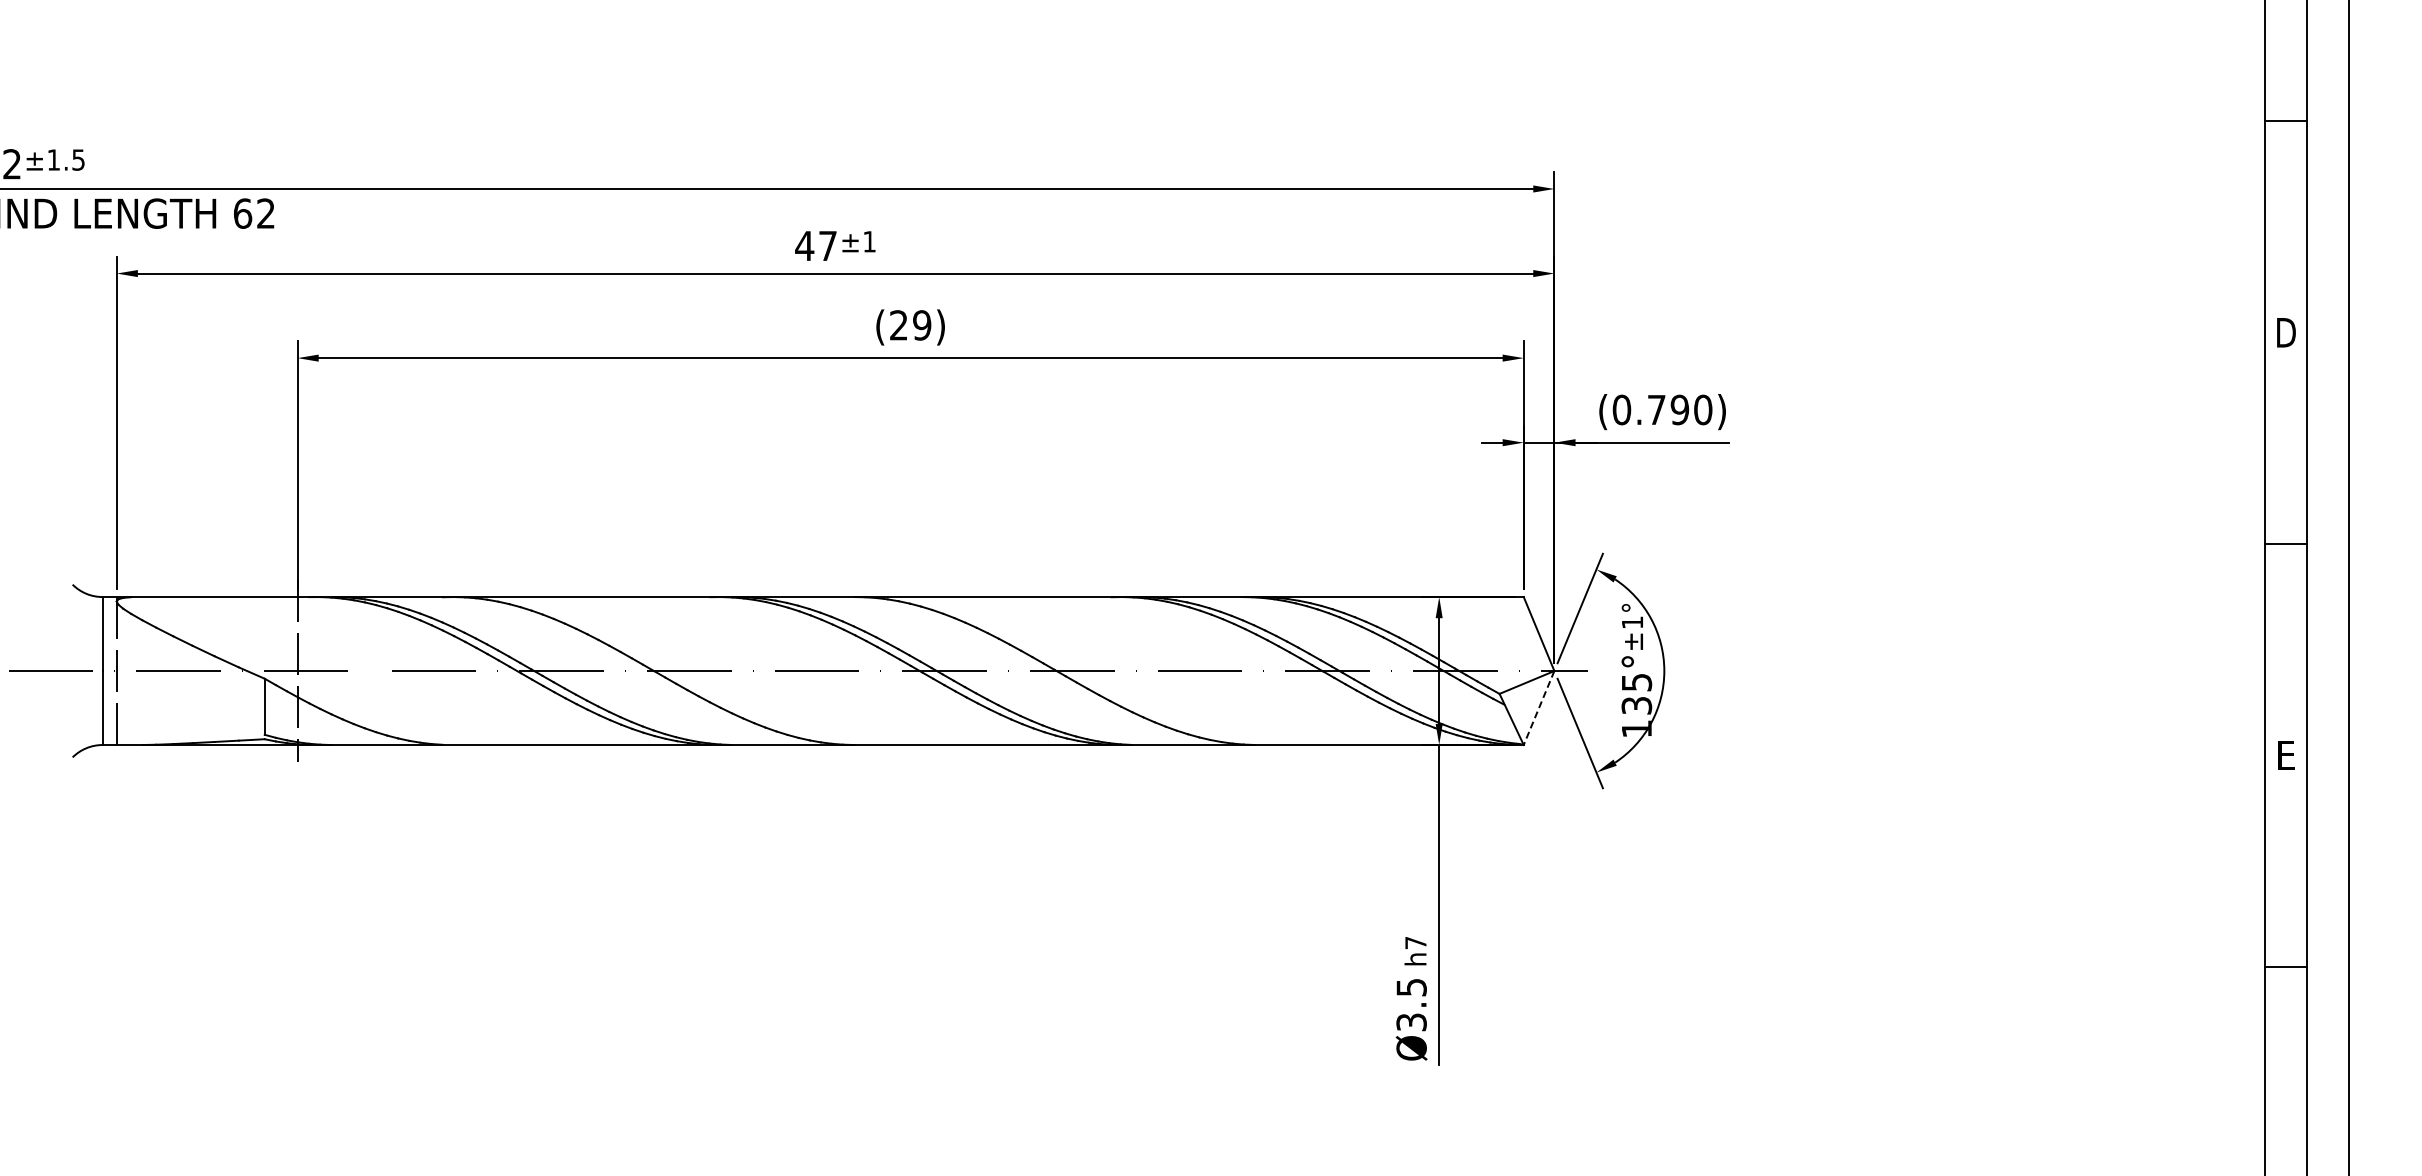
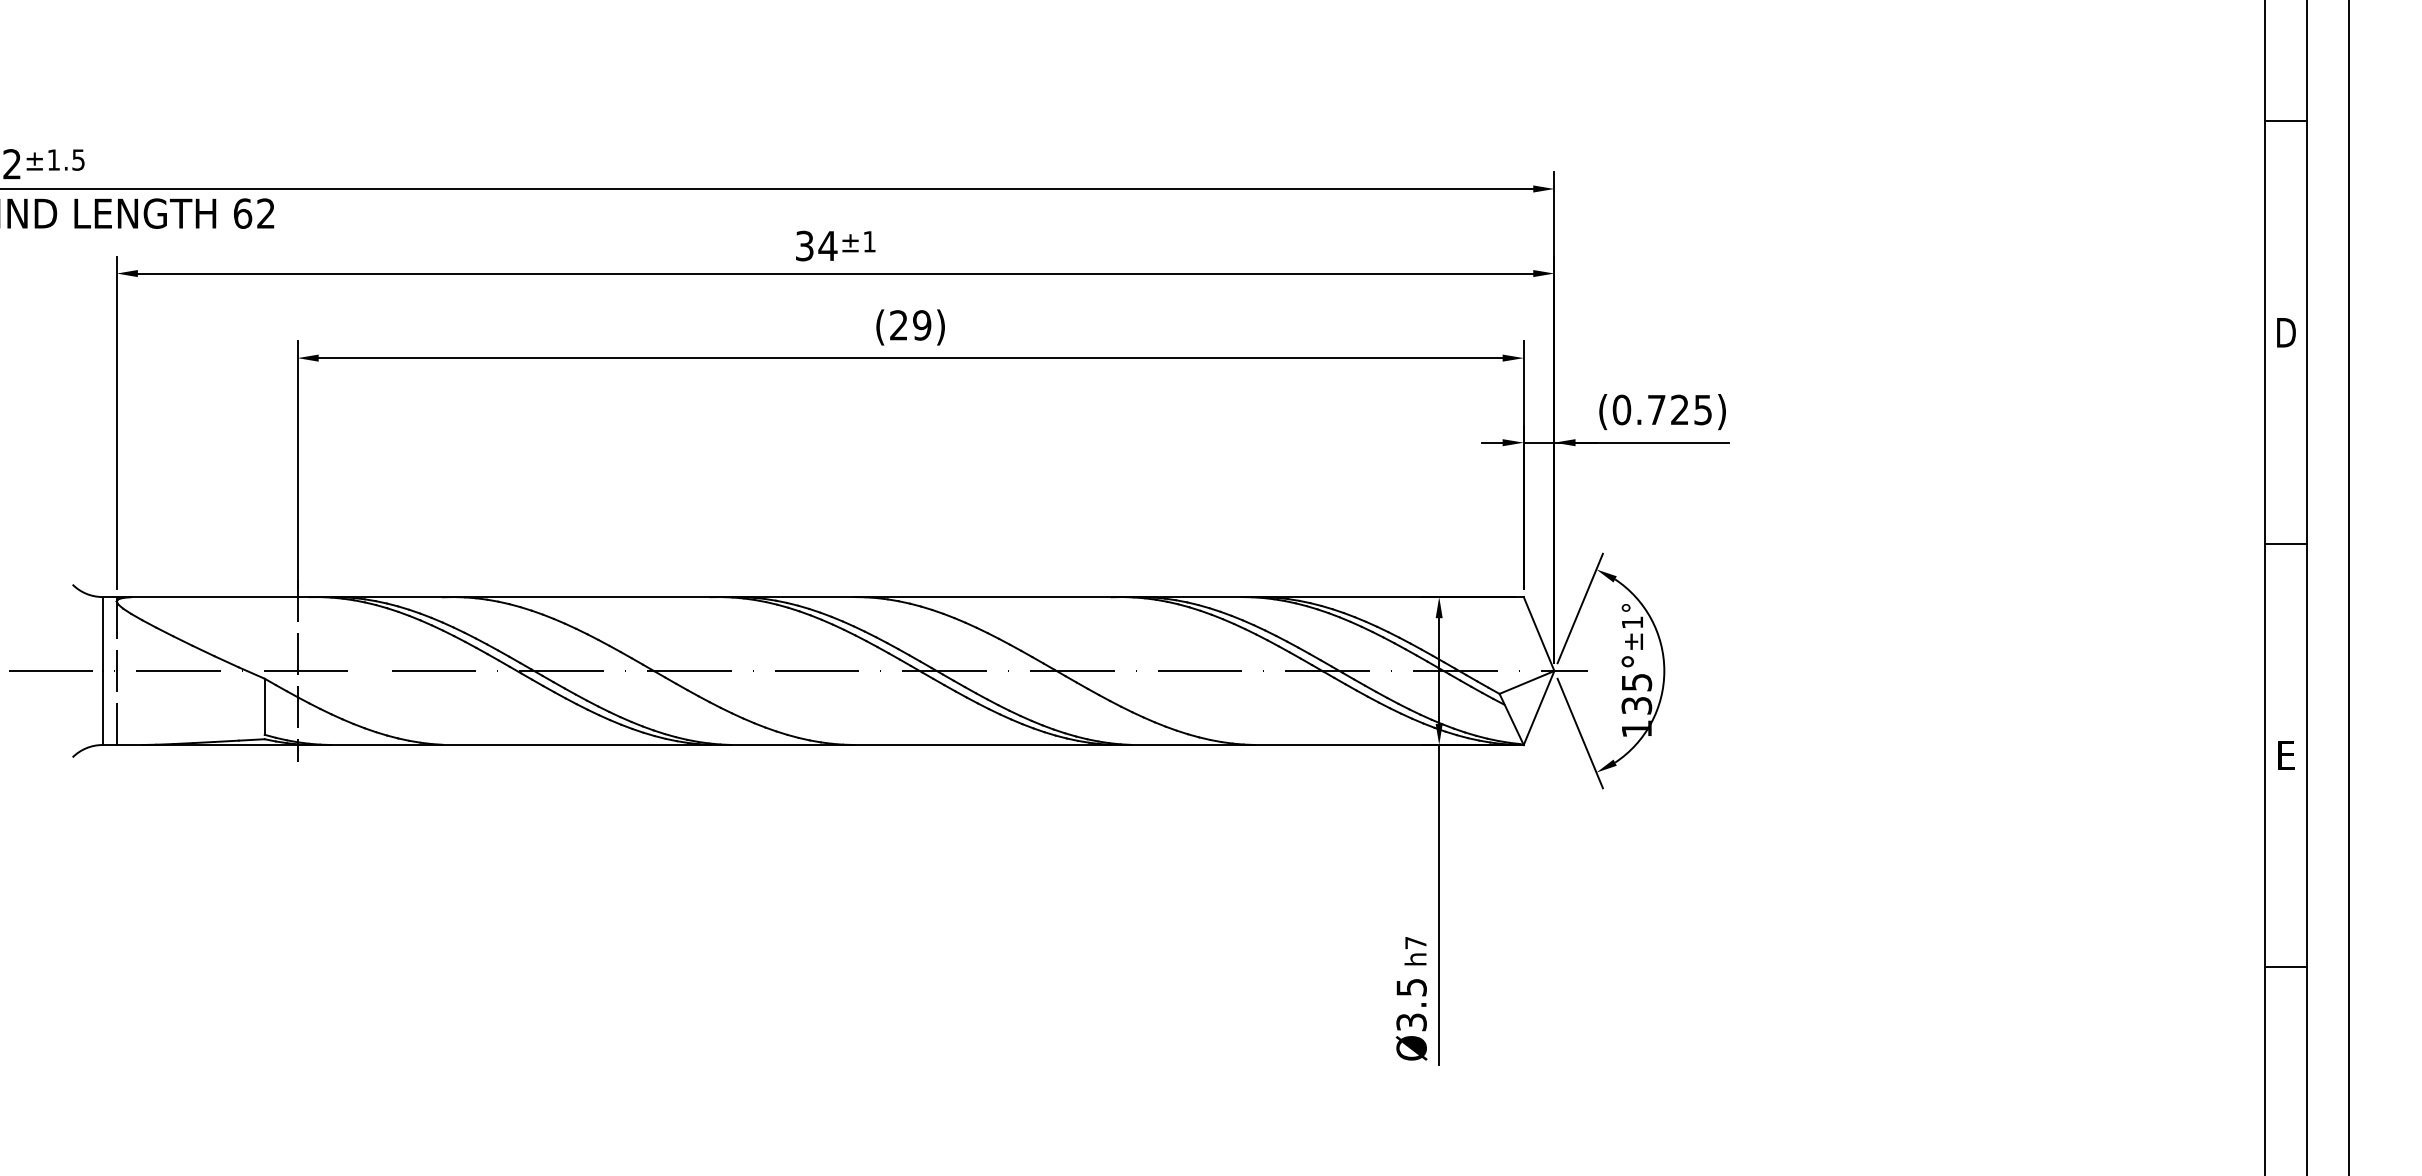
text at (816, 245): 47 -> 34
text at (1691, 409): (0.790) -> (0.725)
line at (1538, 708): dashed -> solid
